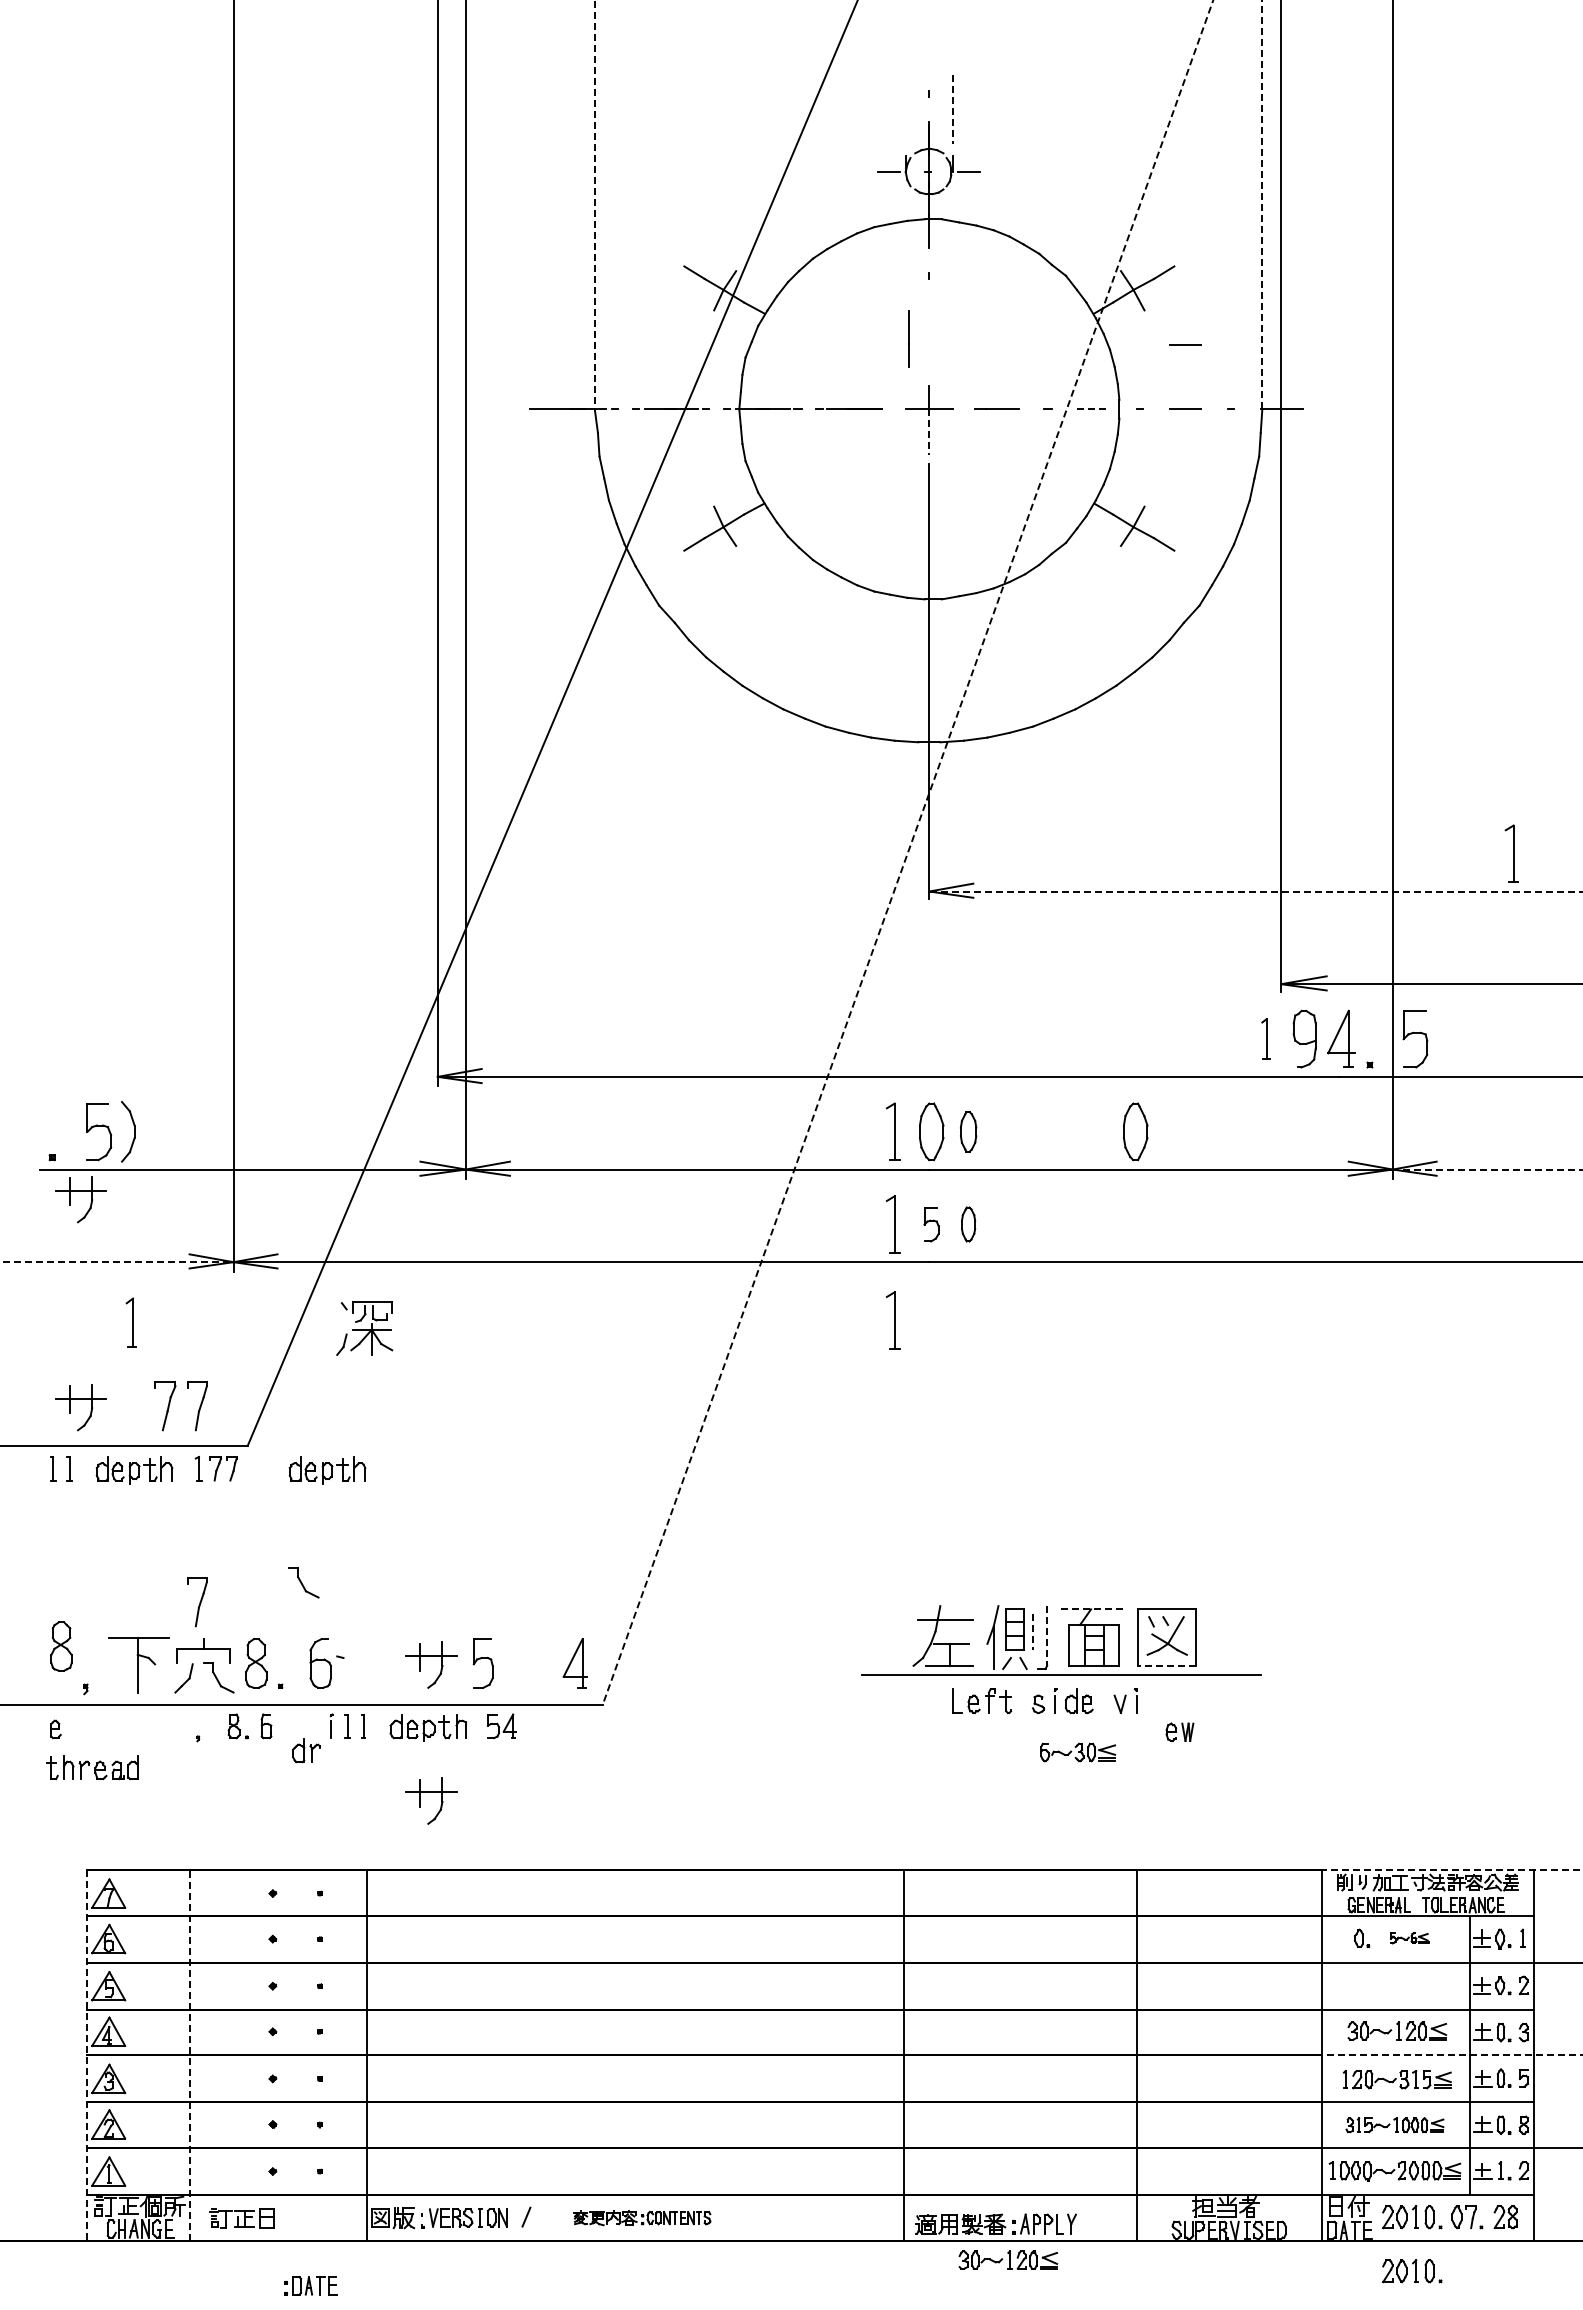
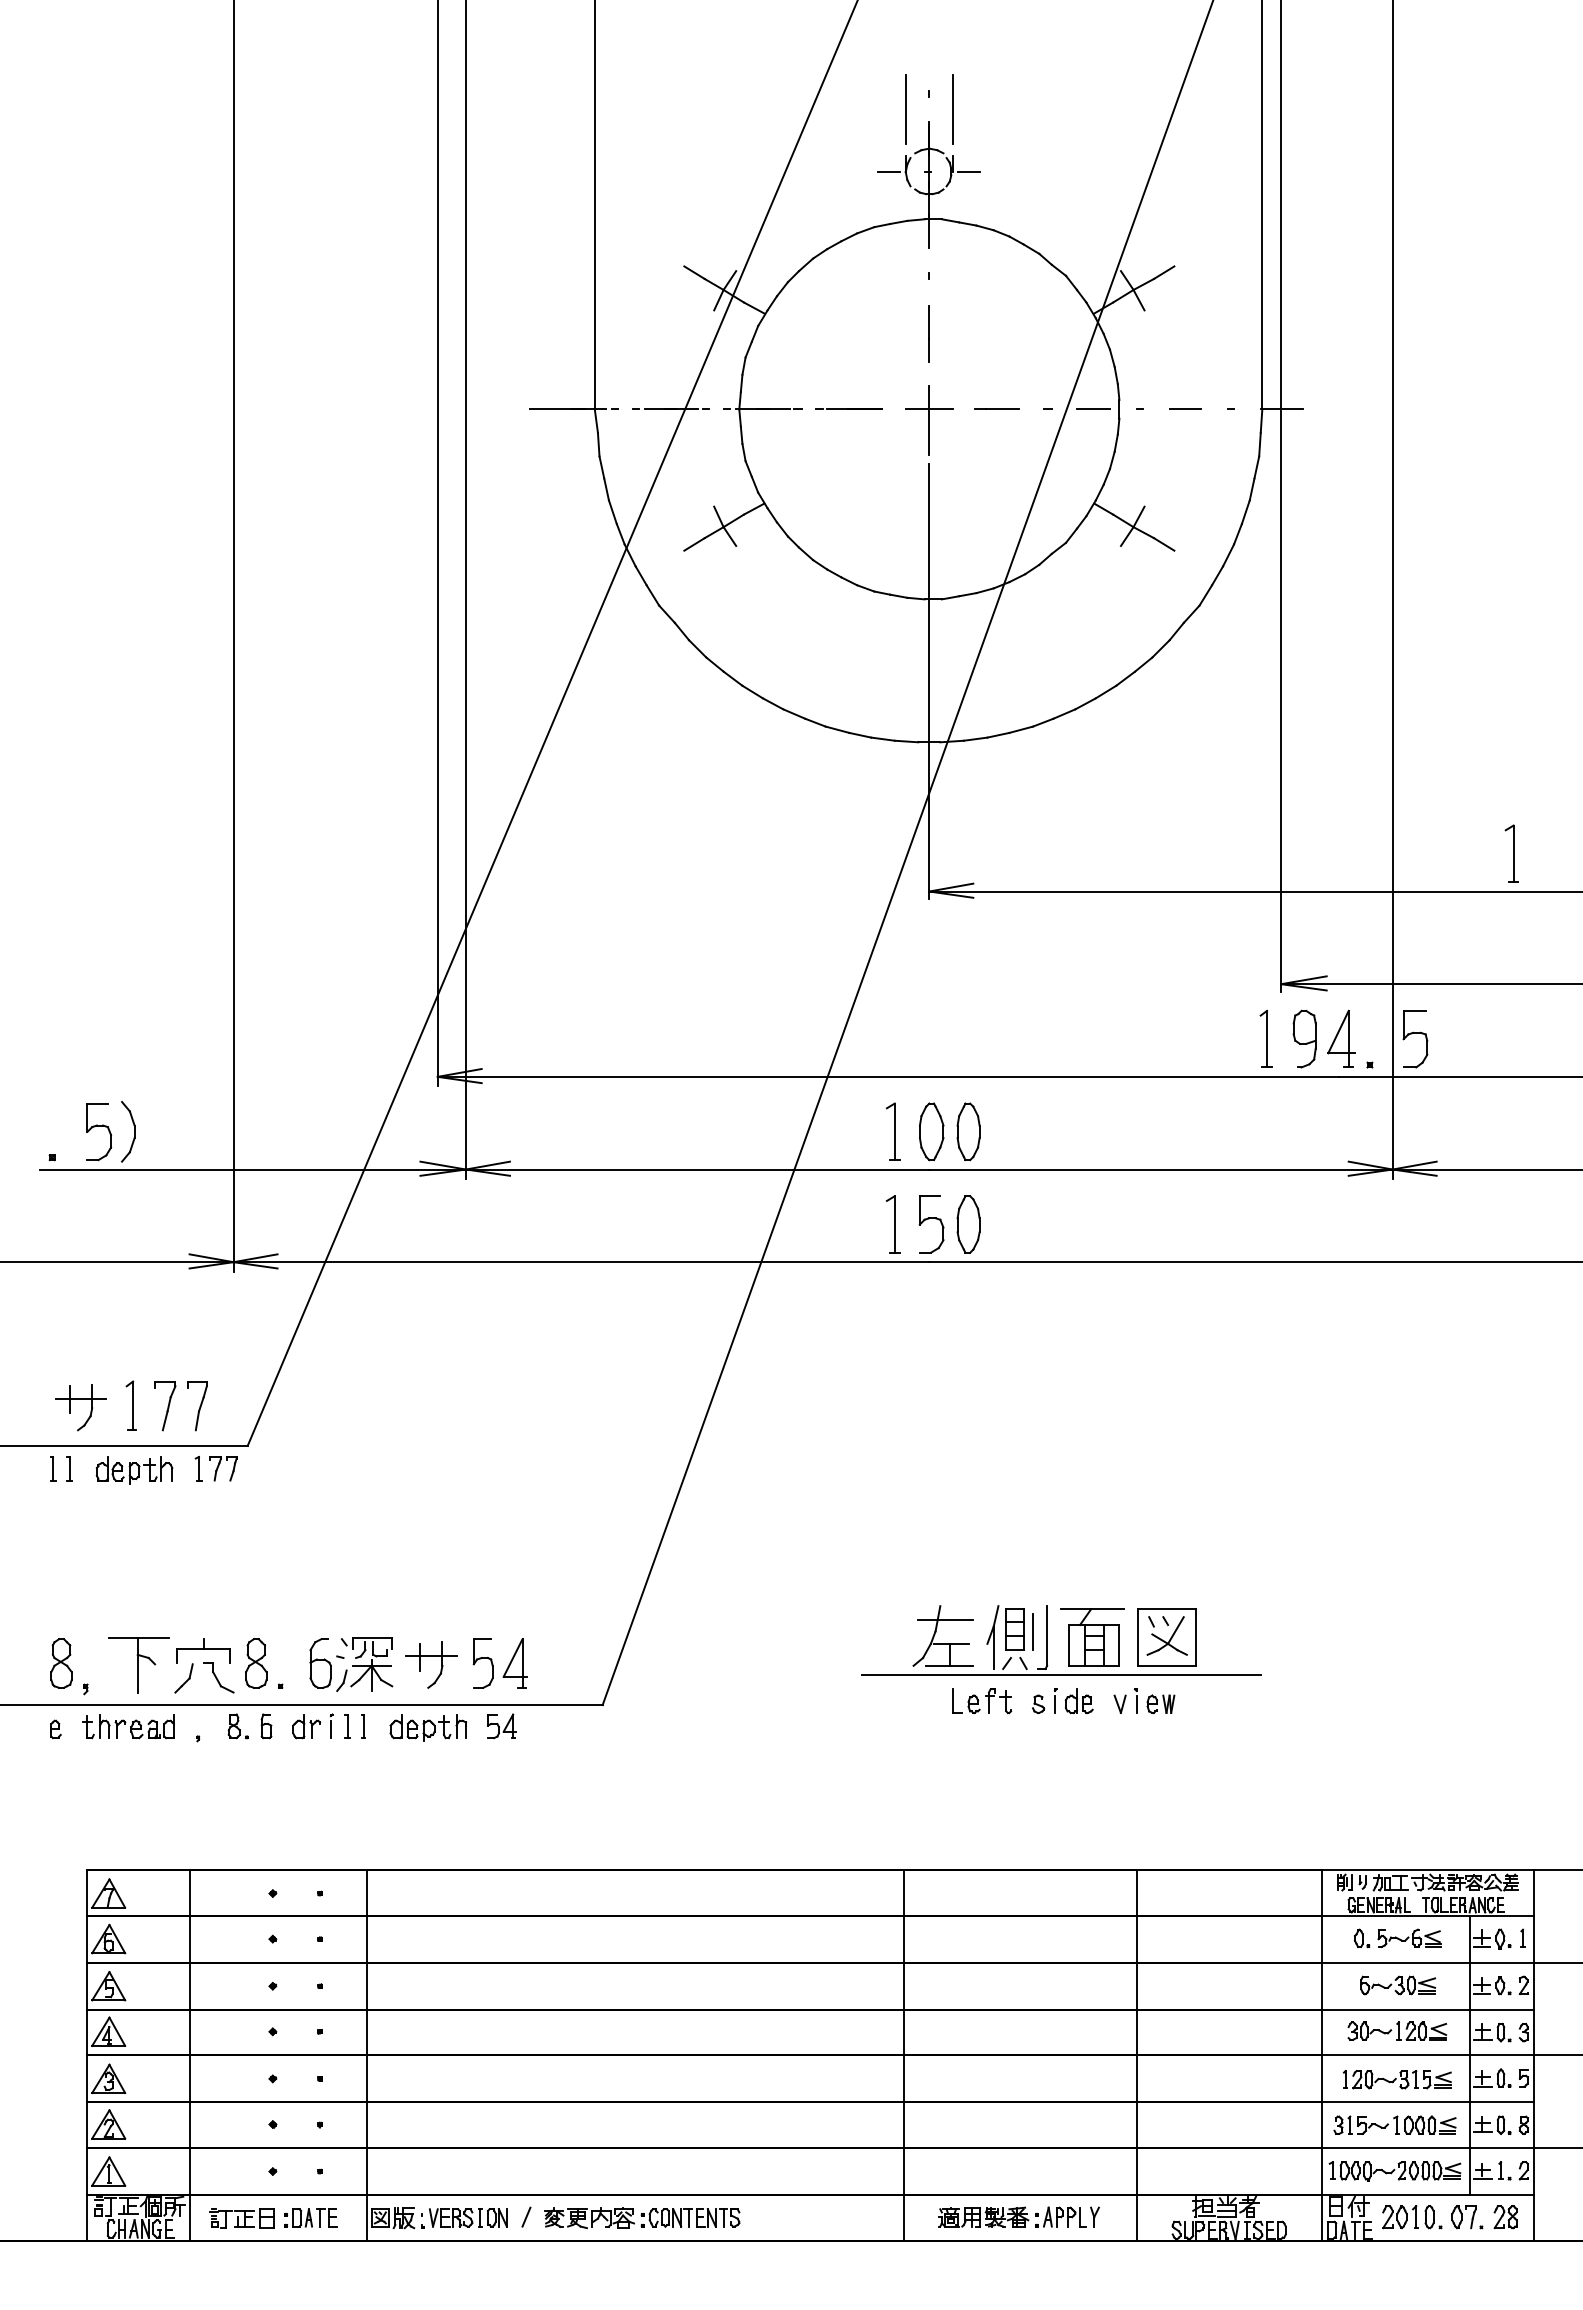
line at (905, 109): none -> present
line at (952, 109): dashed -> solid
line at (1262, 204): dashed -> solid
line at (594, 205): dashed -> solid
line at (908, 338) position: (908, 338) -> (928, 333)
line at (1185, 344): present -> none
line at (1093, 409): dashed -> solid
line at (929, 432): dashed -> solid
line at (907, 853): dashed -> solid
line at (1256, 891): dashed -> solid
part at (1265, 1038) size: 10x42 px -> 14x59 px
part at (968, 1131) size: 18x42 px -> 25x60 px
part at (1135, 1131): present -> none
line at (1487, 1169): dashed -> solid
part at (80, 1191): present -> none
part at (931, 1224) size: 17x36 px -> 27x59 px
part at (968, 1224) size: 16x37 px -> 25x59 px
line at (117, 1262): dashed -> solid
part at (892, 1320): present -> none
part at (130, 1322) position: (130, 1322) -> (130, 1405)
part at (364, 1328) position: (364, 1328) -> (364, 1664)
part at (327, 1470): present -> none
part at (303, 1582): present -> none
part at (197, 1602): present -> none
line at (1093, 1609): dashed -> solid
line at (1032, 1632): dashed -> solid
line at (1047, 1636): dashed -> solid
part at (61, 1646) position: (61, 1646) -> (61, 1663)
part at (574, 1663) position: (574, 1663) -> (514, 1663)
line at (1166, 1665): dashed -> solid
part at (1179, 1731) position: (1179, 1731) -> (1160, 1703)
part at (306, 1750) position: (306, 1750) -> (306, 1726)
part at (1078, 1752) position: (1078, 1752) -> (1398, 1985)
part at (92, 1767) position: (92, 1767) -> (128, 1726)
part at (431, 1792): present -> none
line at (1451, 1870): dashed -> solid
part at (1409, 1938) size: 41x13 px -> 65x20 px
line at (189, 2054): dashed -> solid
line at (87, 2055): dashed -> solid
line at (1451, 2055): dashed -> solid
part at (1394, 2125) size: 100x17 px -> 124x20 px
part at (642, 2218) size: 139x17 px -> 197x23 px
part at (995, 2223) position: (995, 2223) -> (1018, 2216)
part at (1008, 2259): present -> none
part at (1412, 2271): present -> none
part at (310, 2285) position: (310, 2285) -> (310, 2217)
